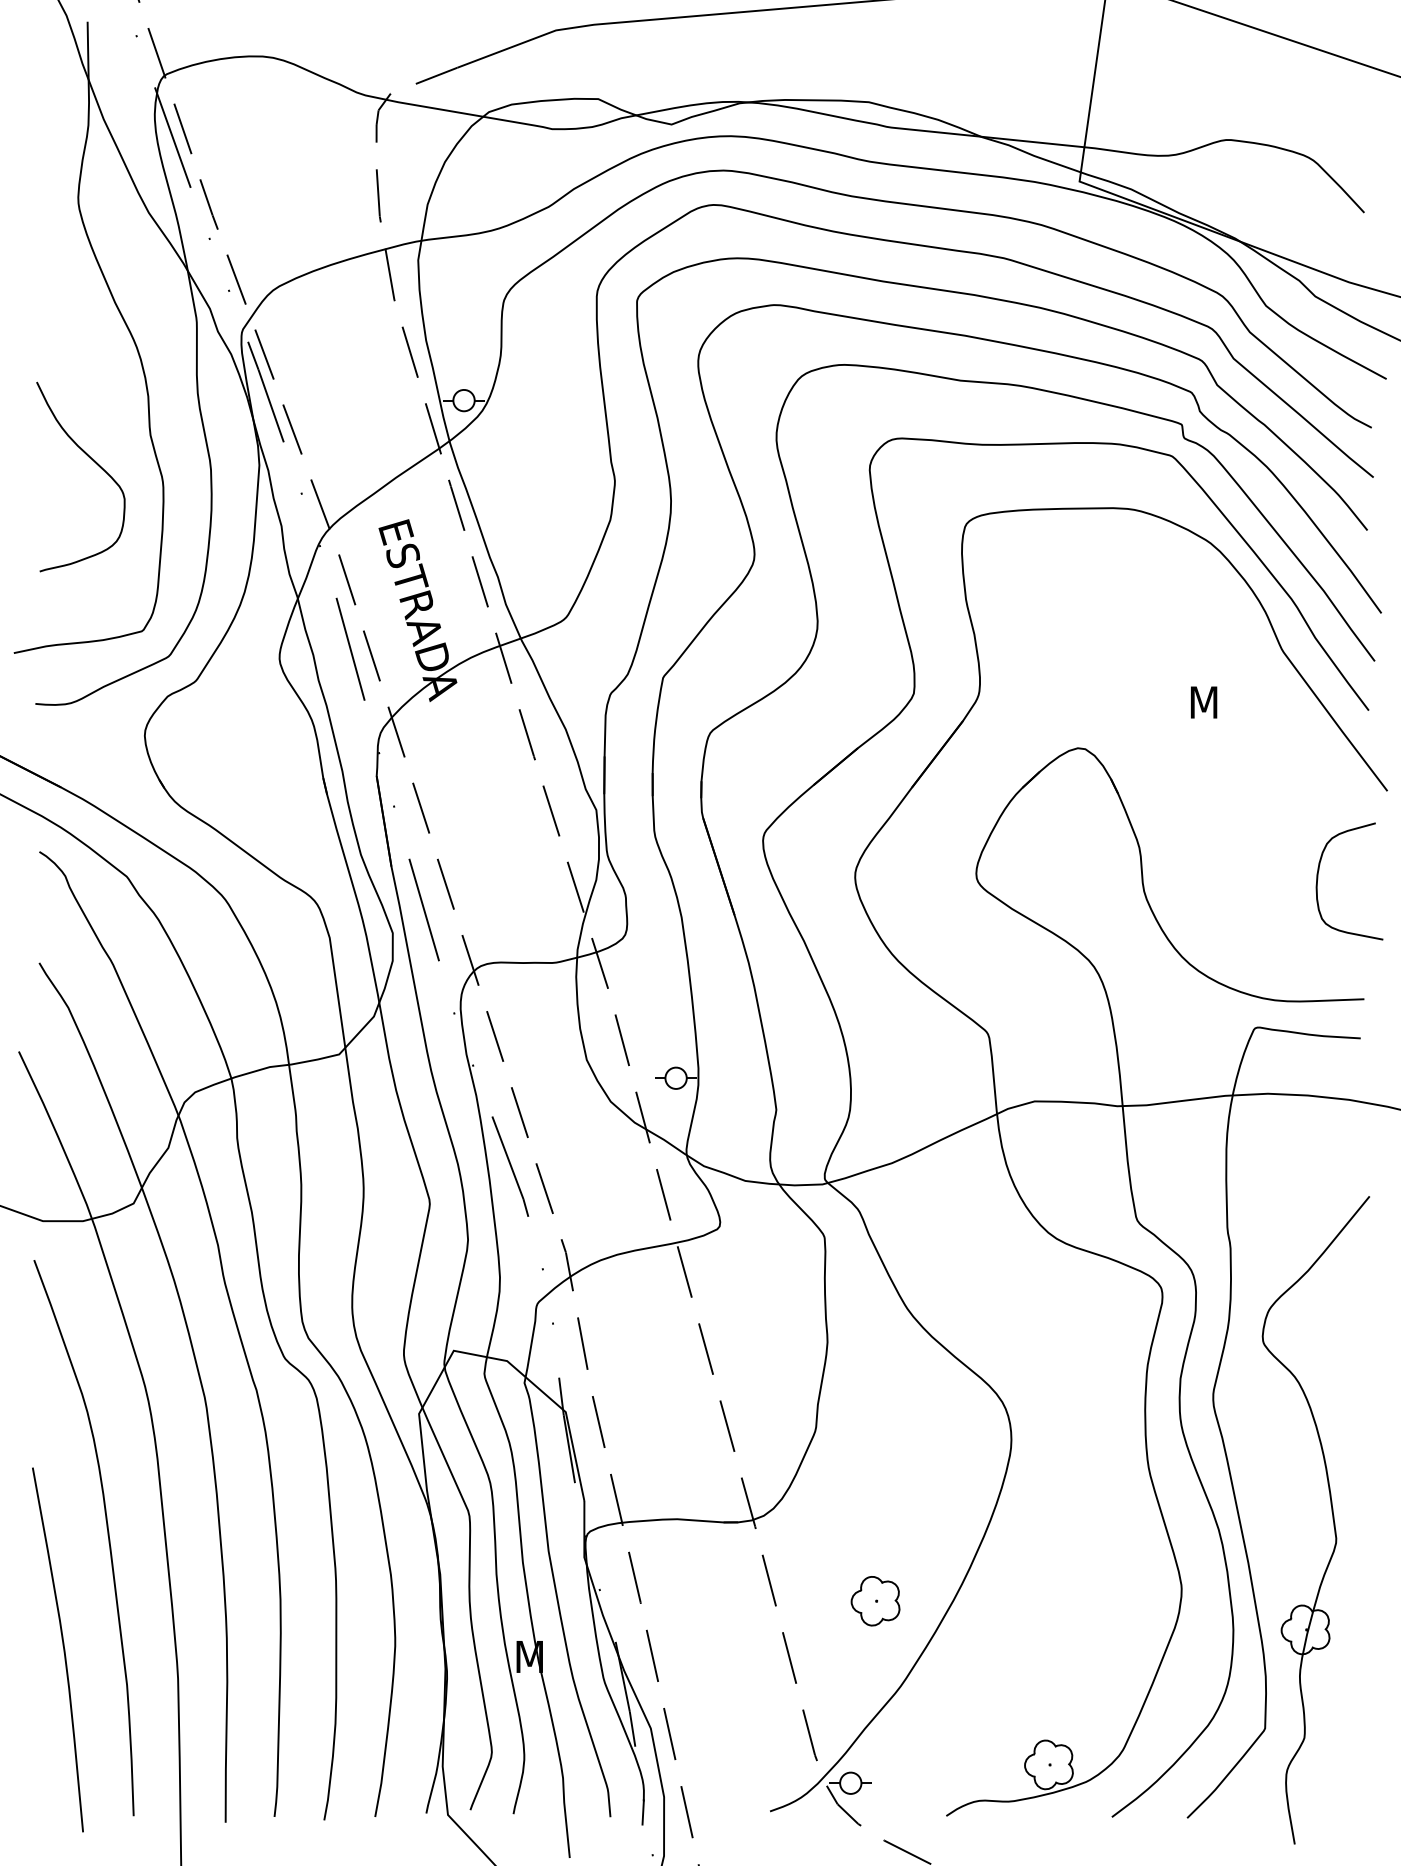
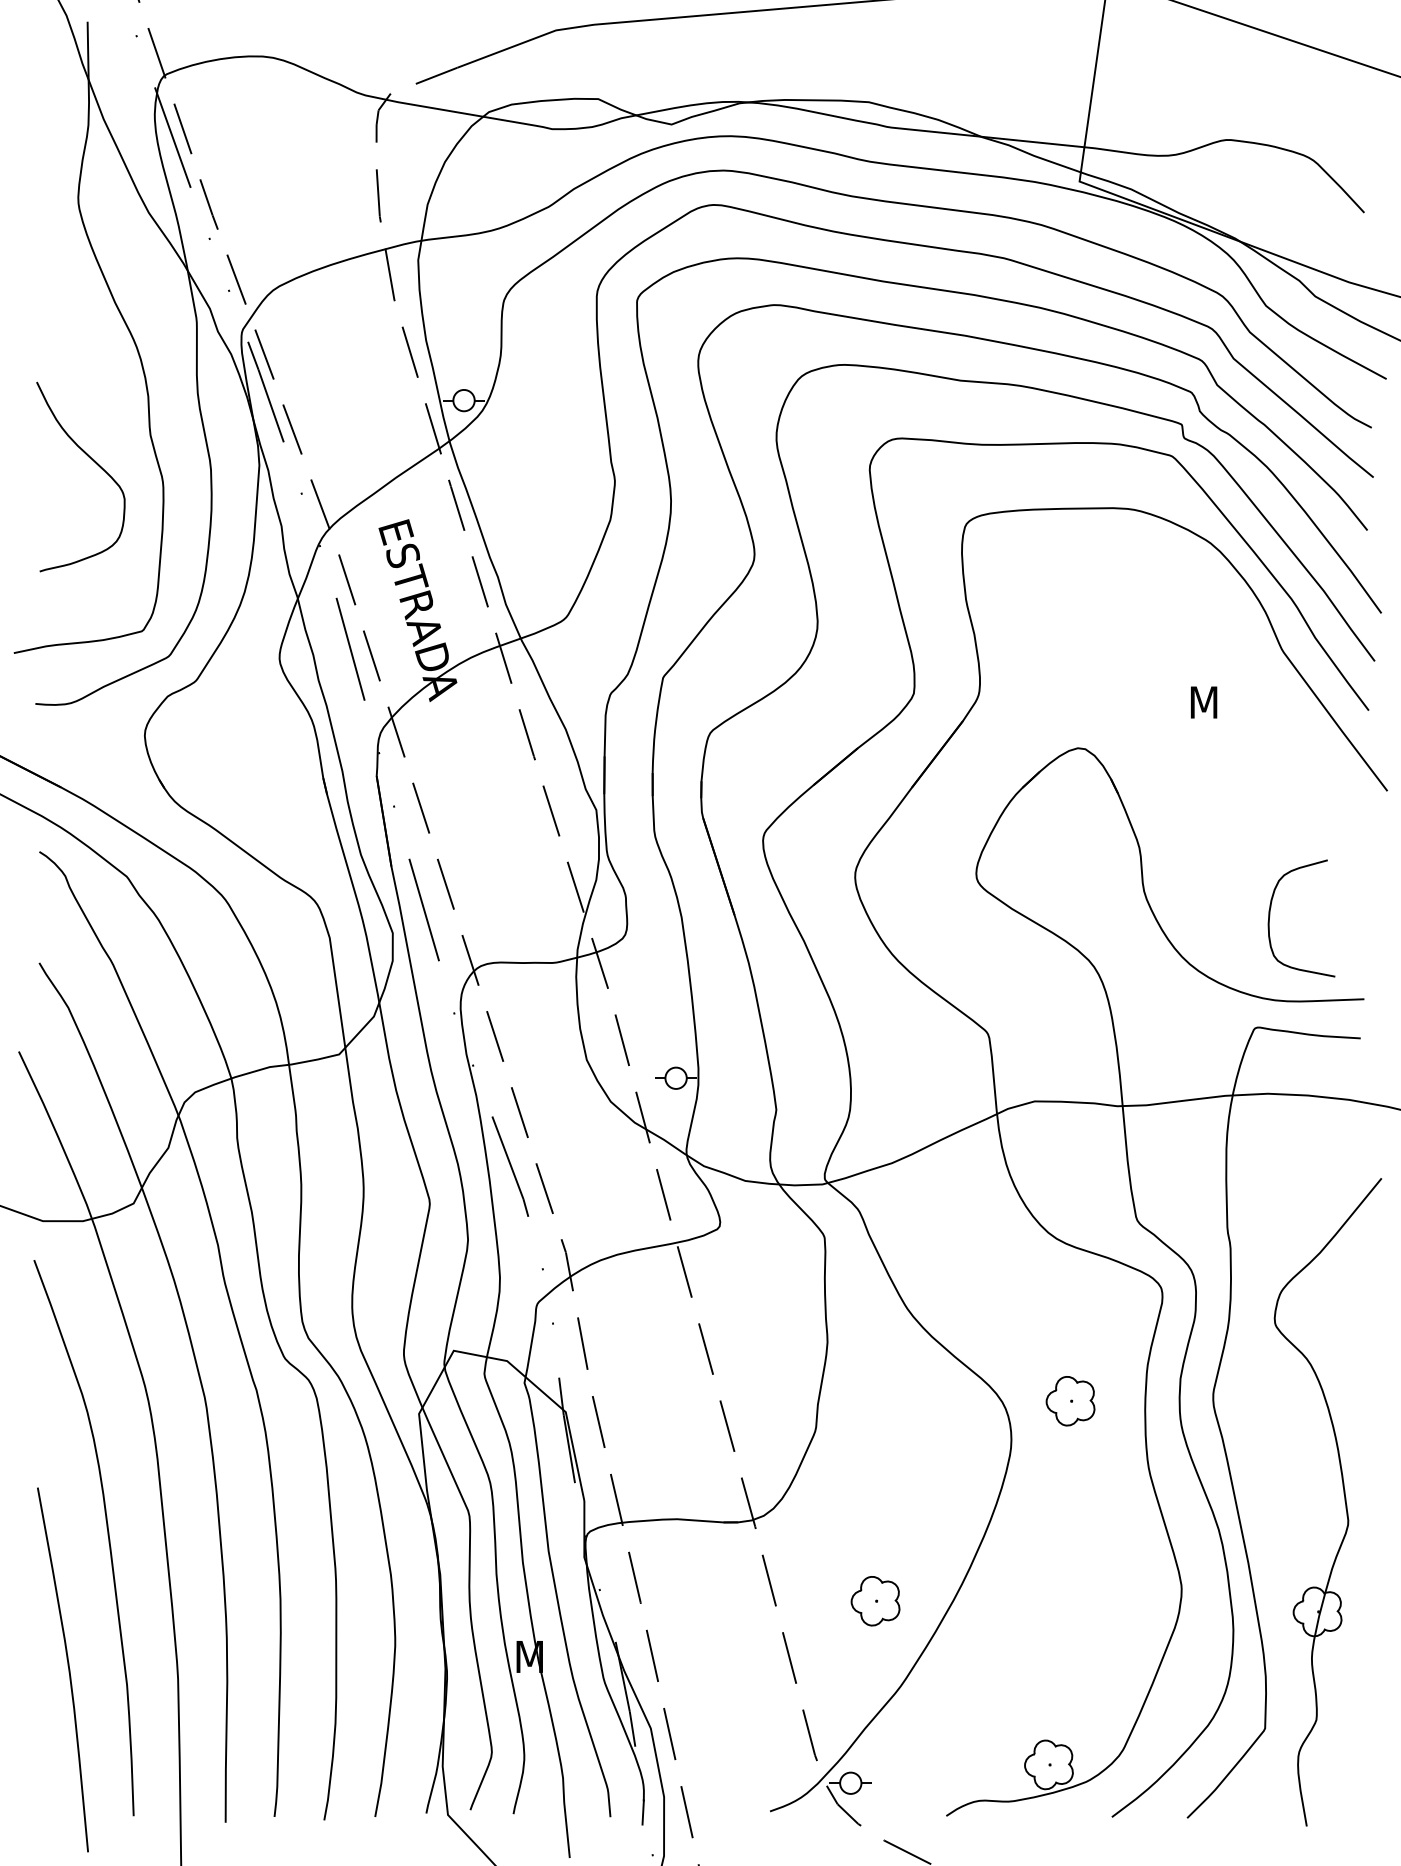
curve at (1318, 879) position: (1318, 879) -> (1270, 916)
part at (1070, 1401): none -> present
part at (1332, 1519) position: (1332, 1519) -> (1344, 1501)
curve at (62, 1646) position: (62, 1646) -> (67, 1666)
